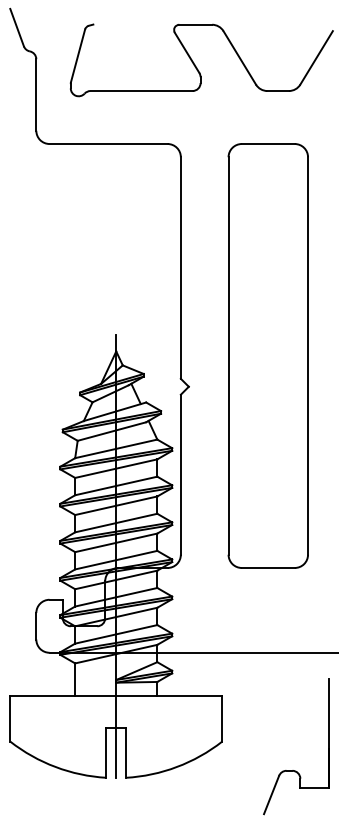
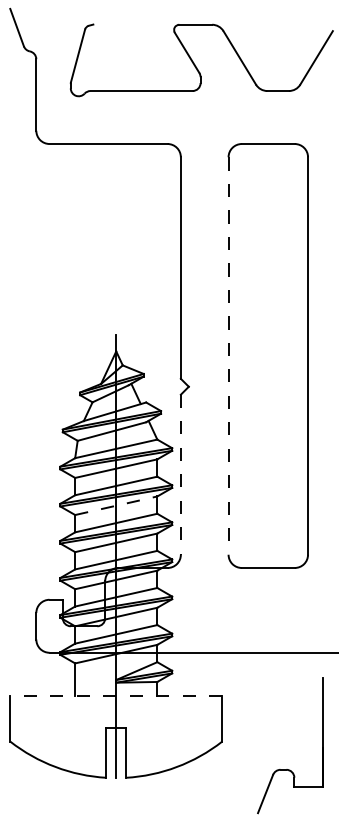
line at (228, 356): solid -> dashed
line at (180, 475): solid -> dashed
line at (116, 505): solid -> dashed
line at (116, 695): solid -> dashed
part at (295, 770) position: (295, 770) -> (289, 769)
